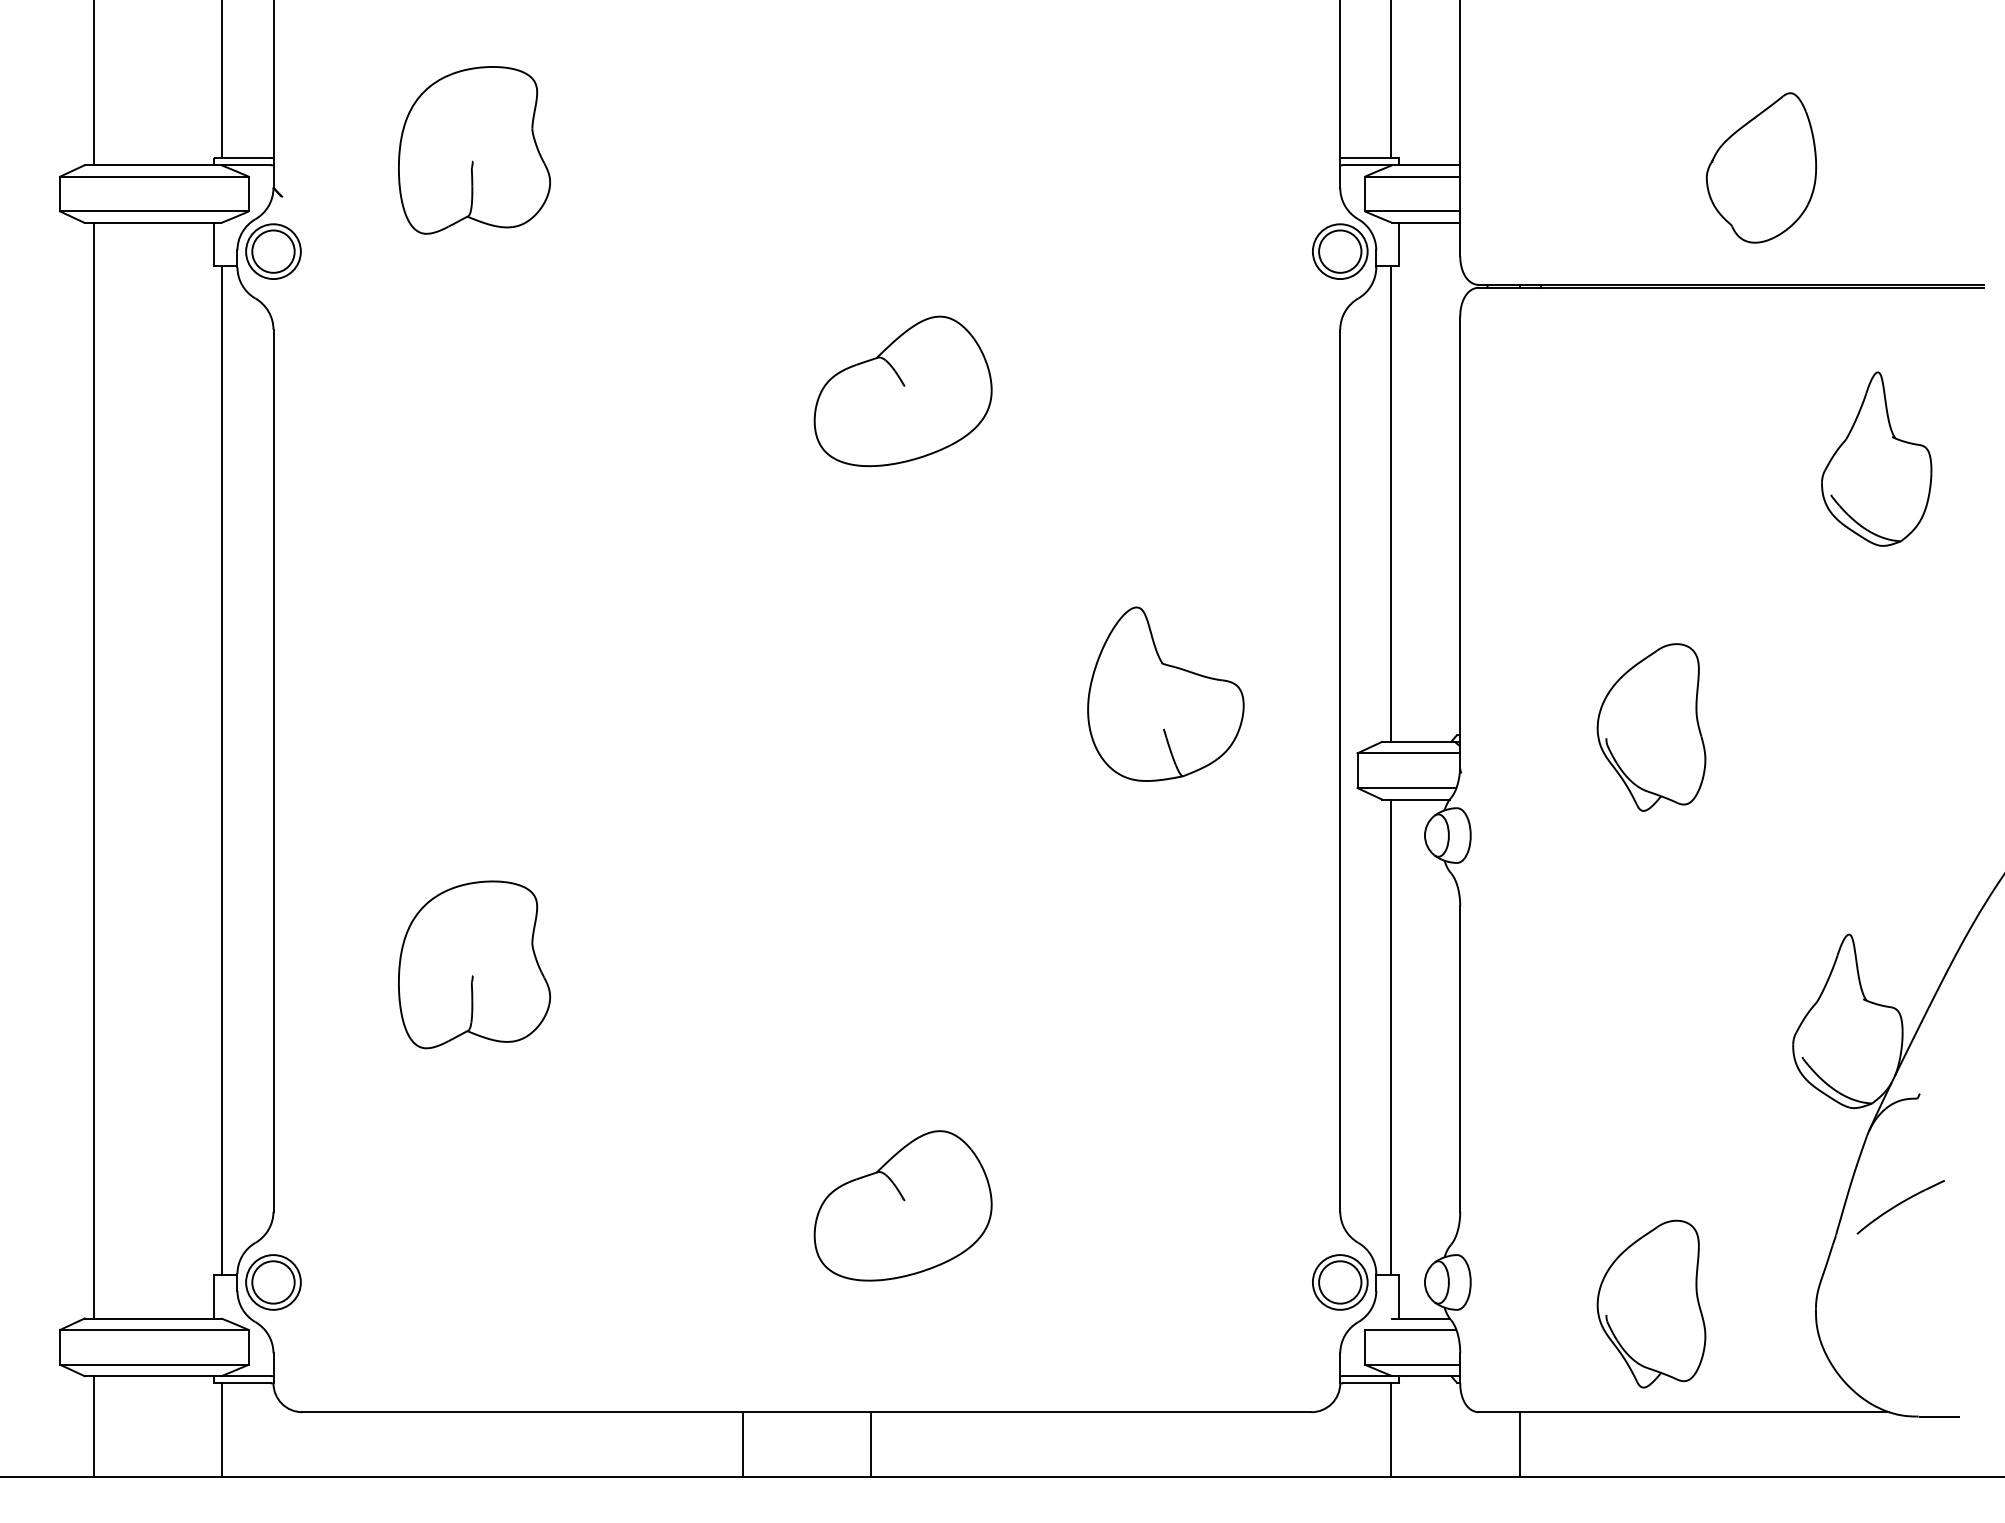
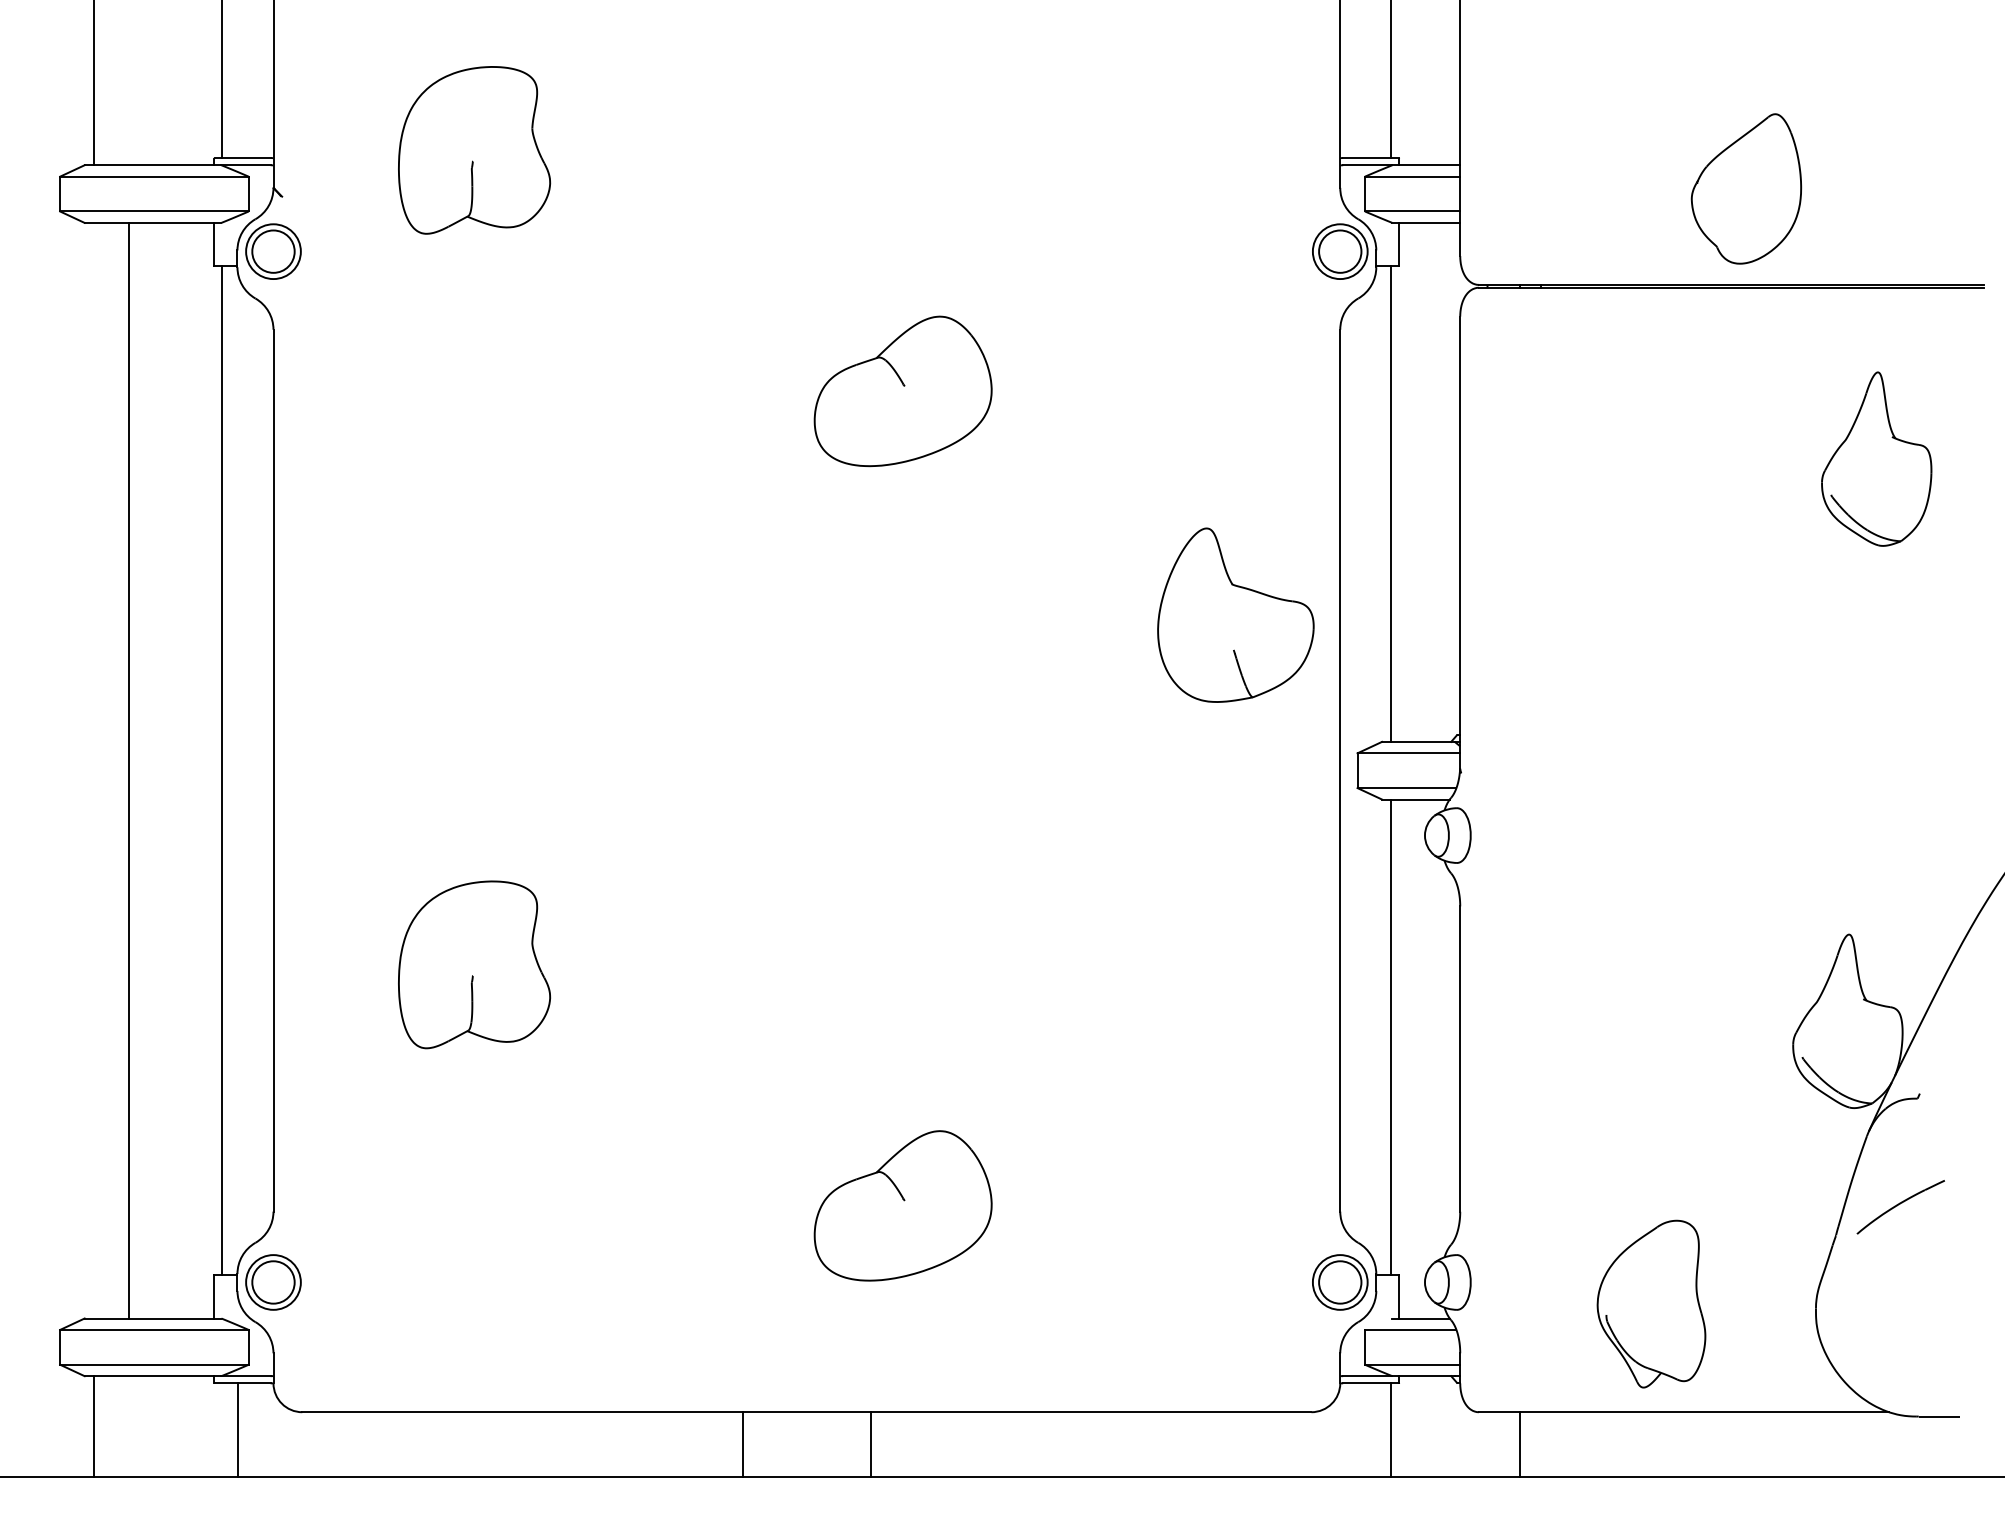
part at (1761, 167) position: (1761, 167) -> (1746, 188)
part at (1165, 693) position: (1165, 693) -> (1235, 614)
part at (1651, 727): present -> none
line at (94, 770) position: (94, 770) -> (129, 770)
line at (222, 1430) position: (222, 1430) -> (238, 1430)
